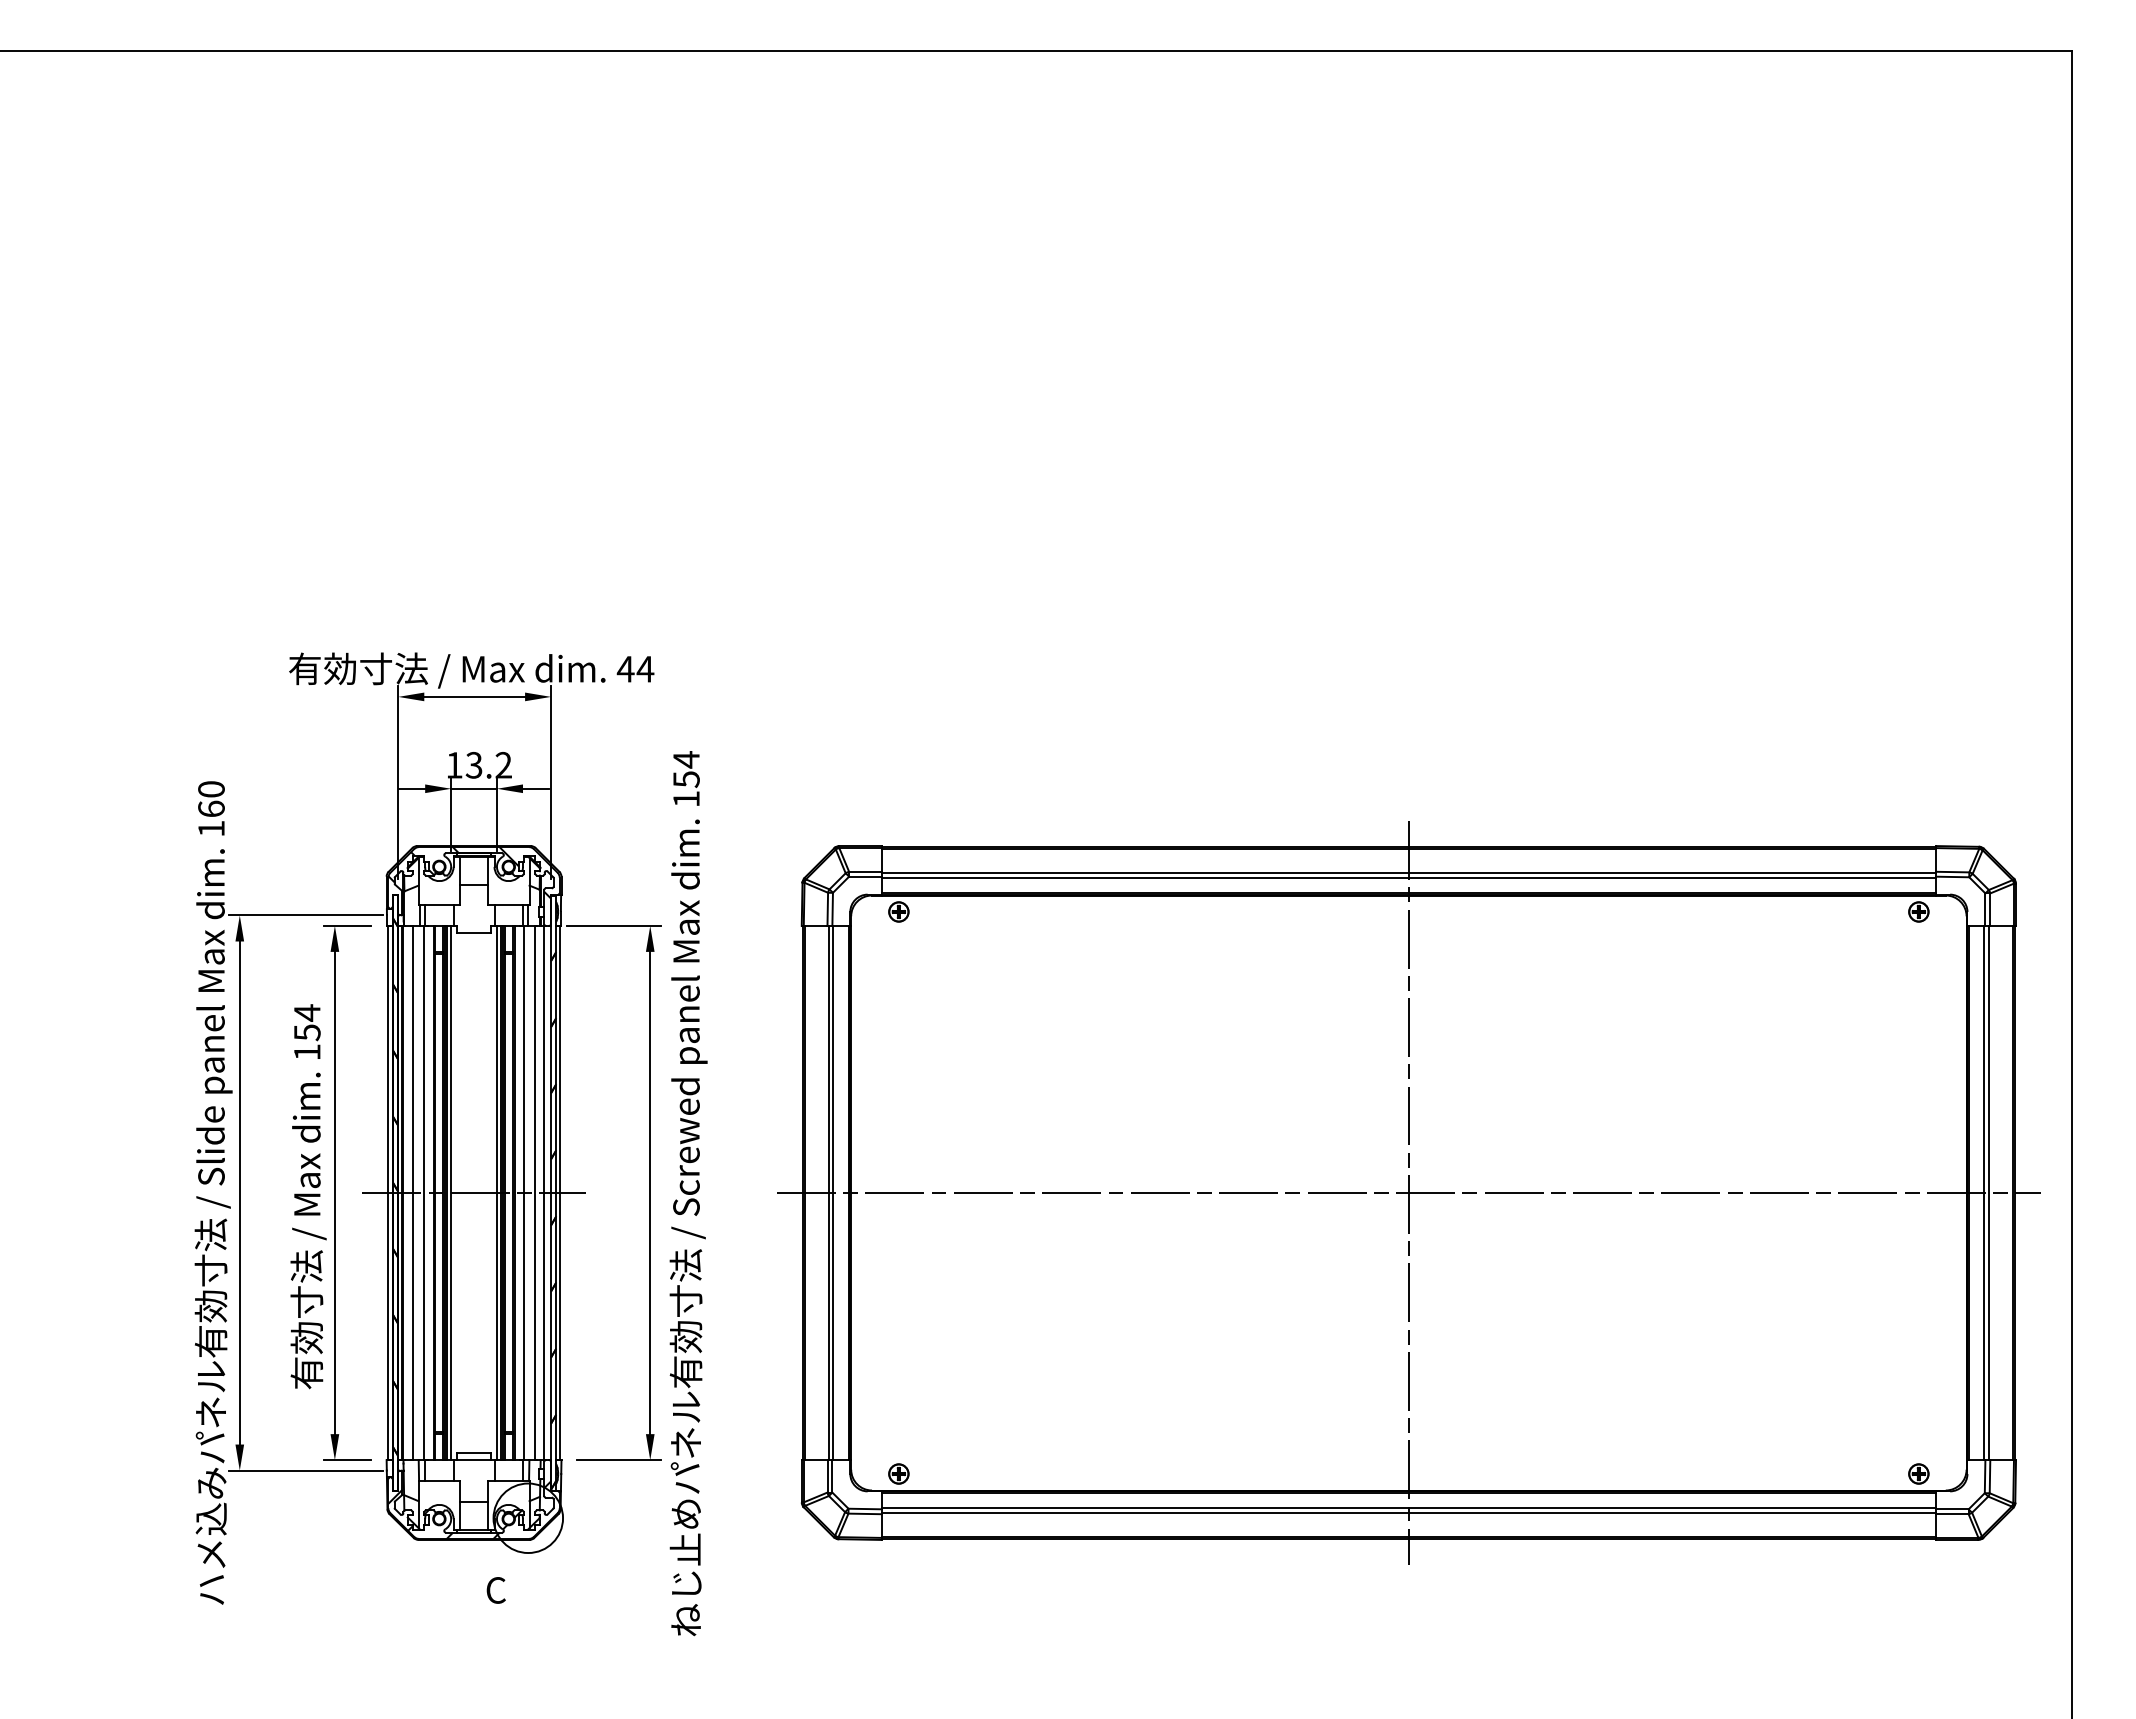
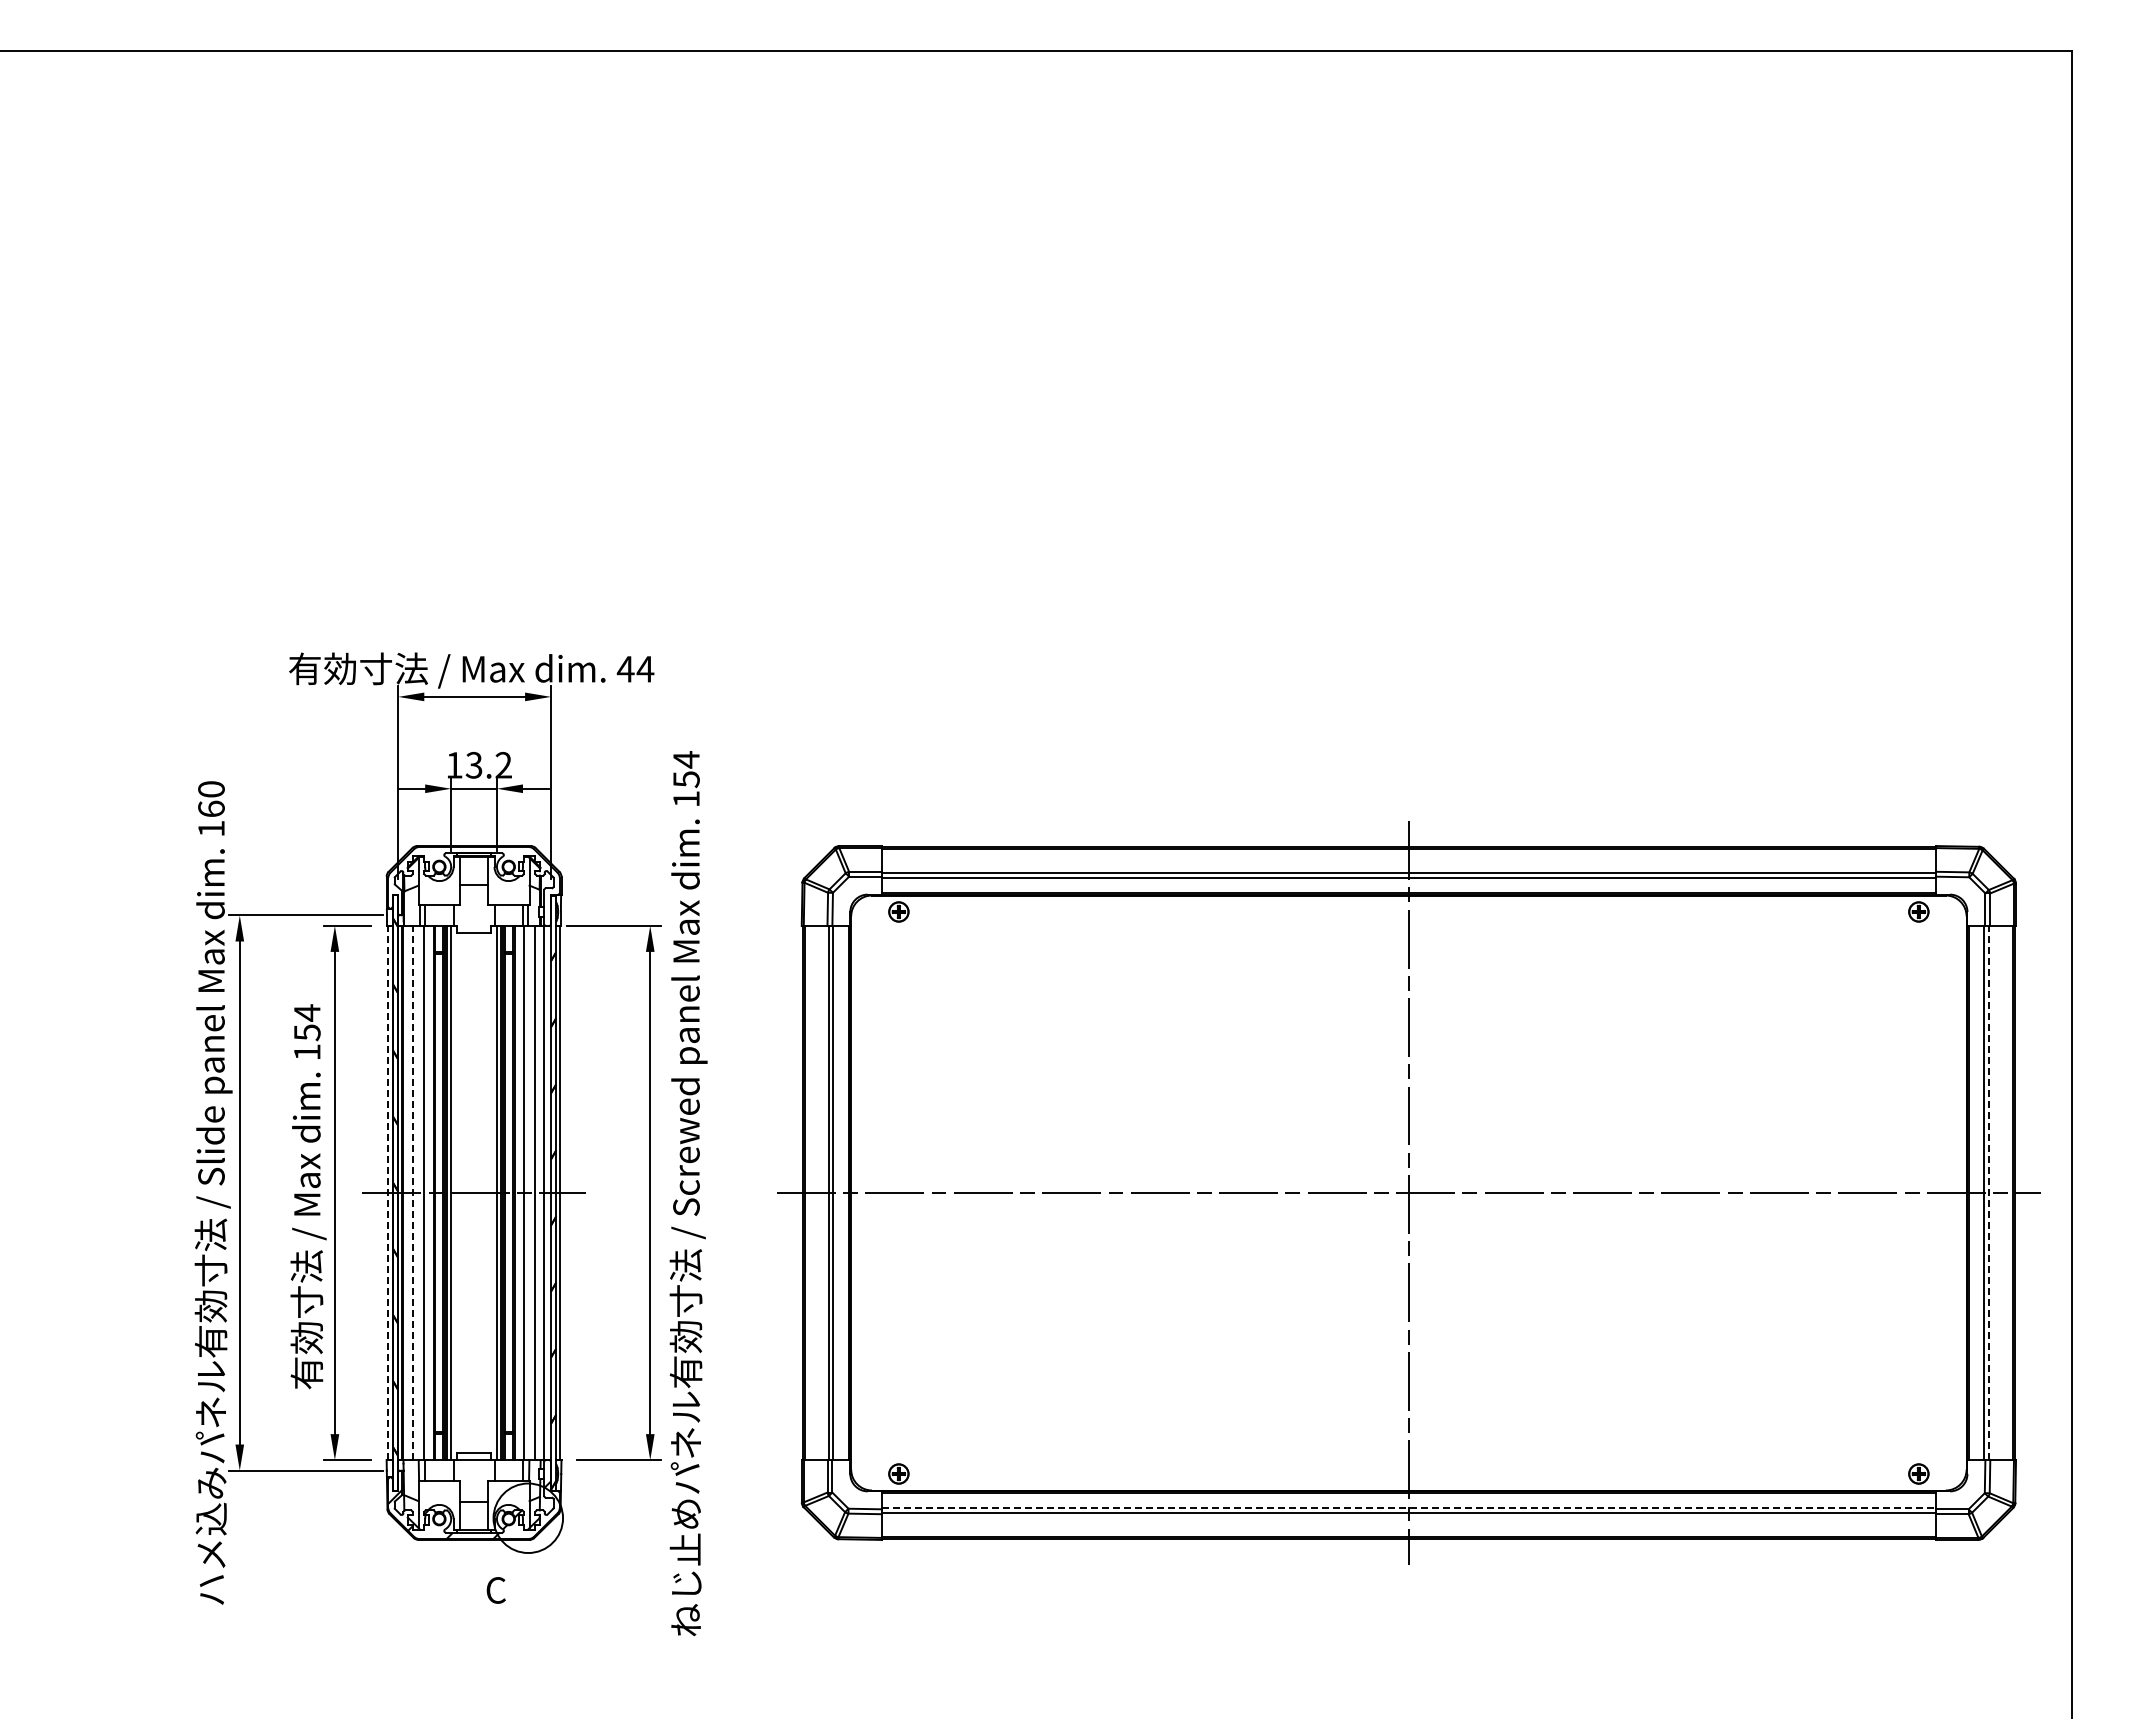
hatch at (469, 872): present -> none
line at (388, 1192): solid -> dashed
line at (412, 1192): solid -> dashed
line at (1989, 1192): solid -> dashed
line at (1409, 1508): solid -> dashed
